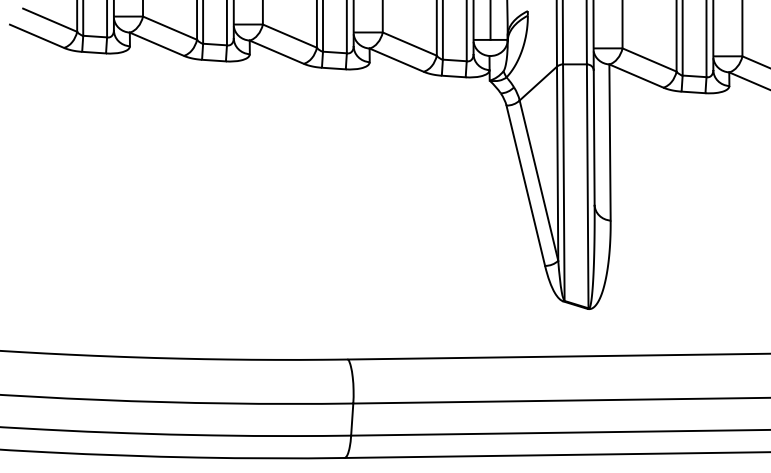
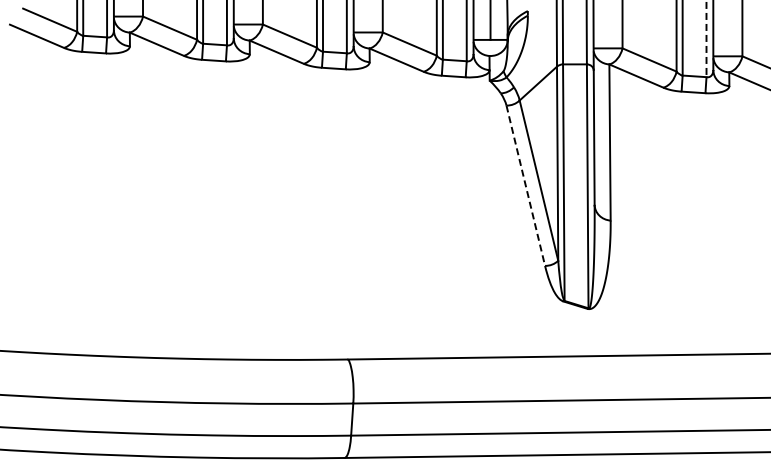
line at (706, 39): solid -> dashed
line at (525, 186): solid -> dashed
